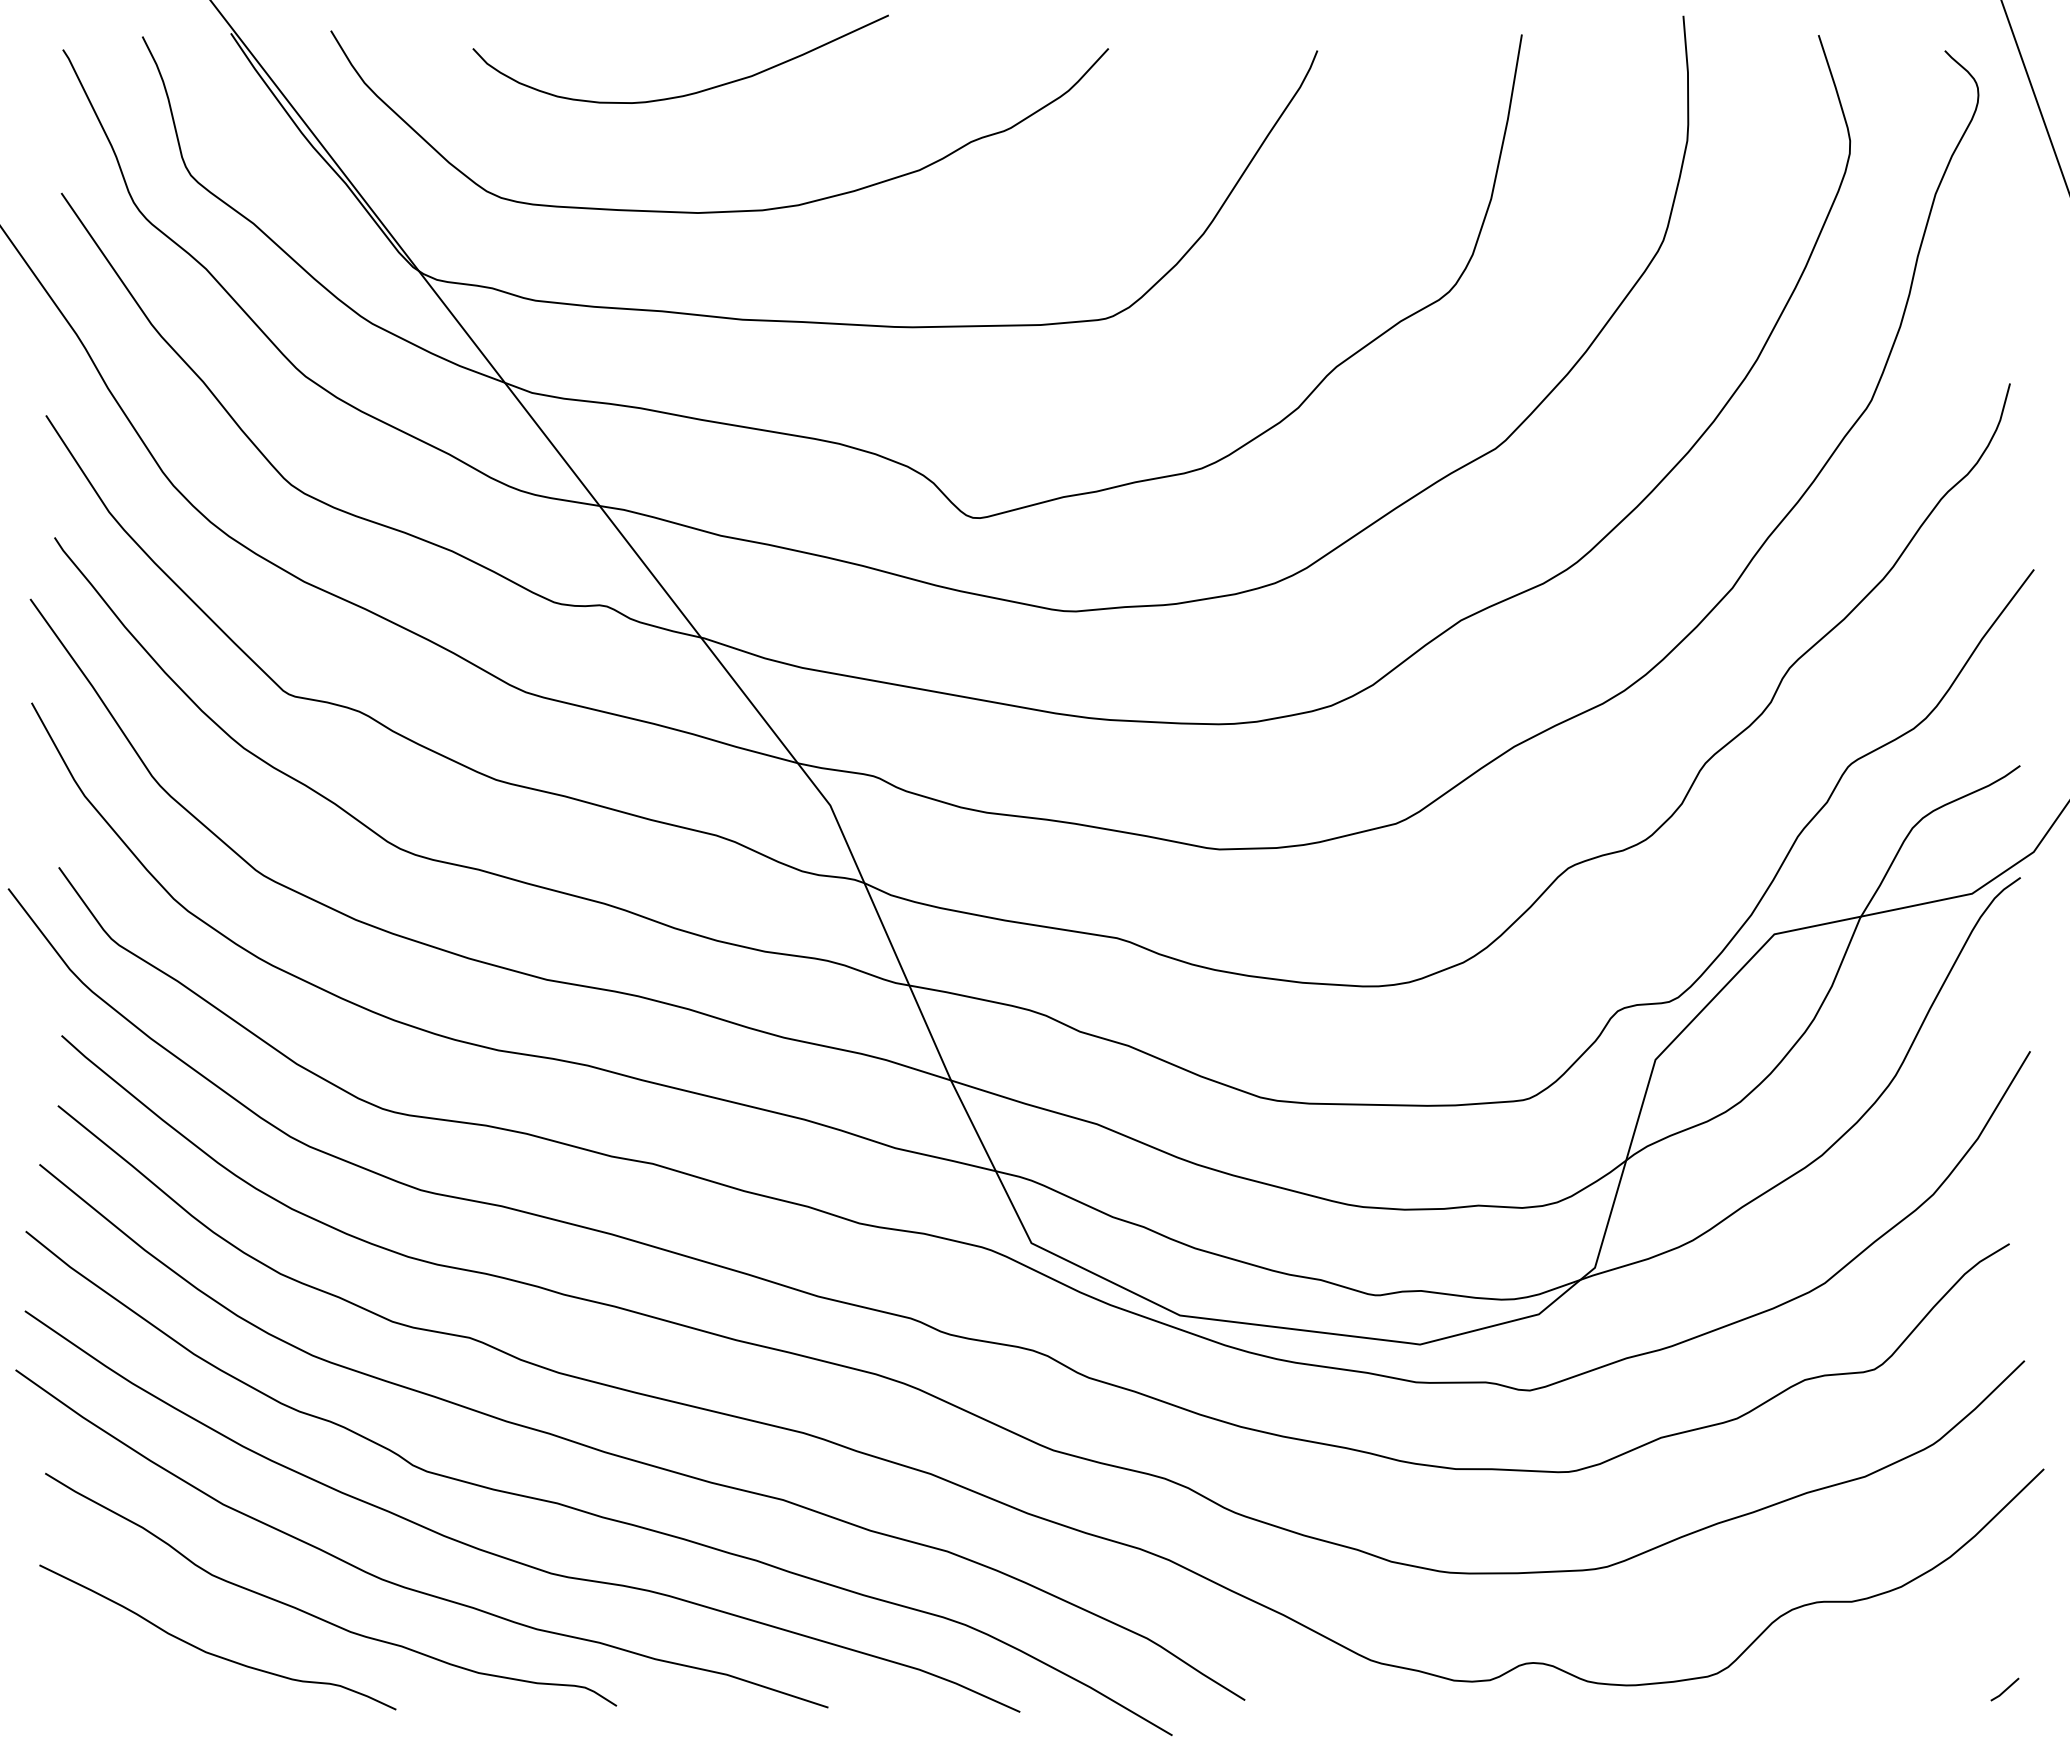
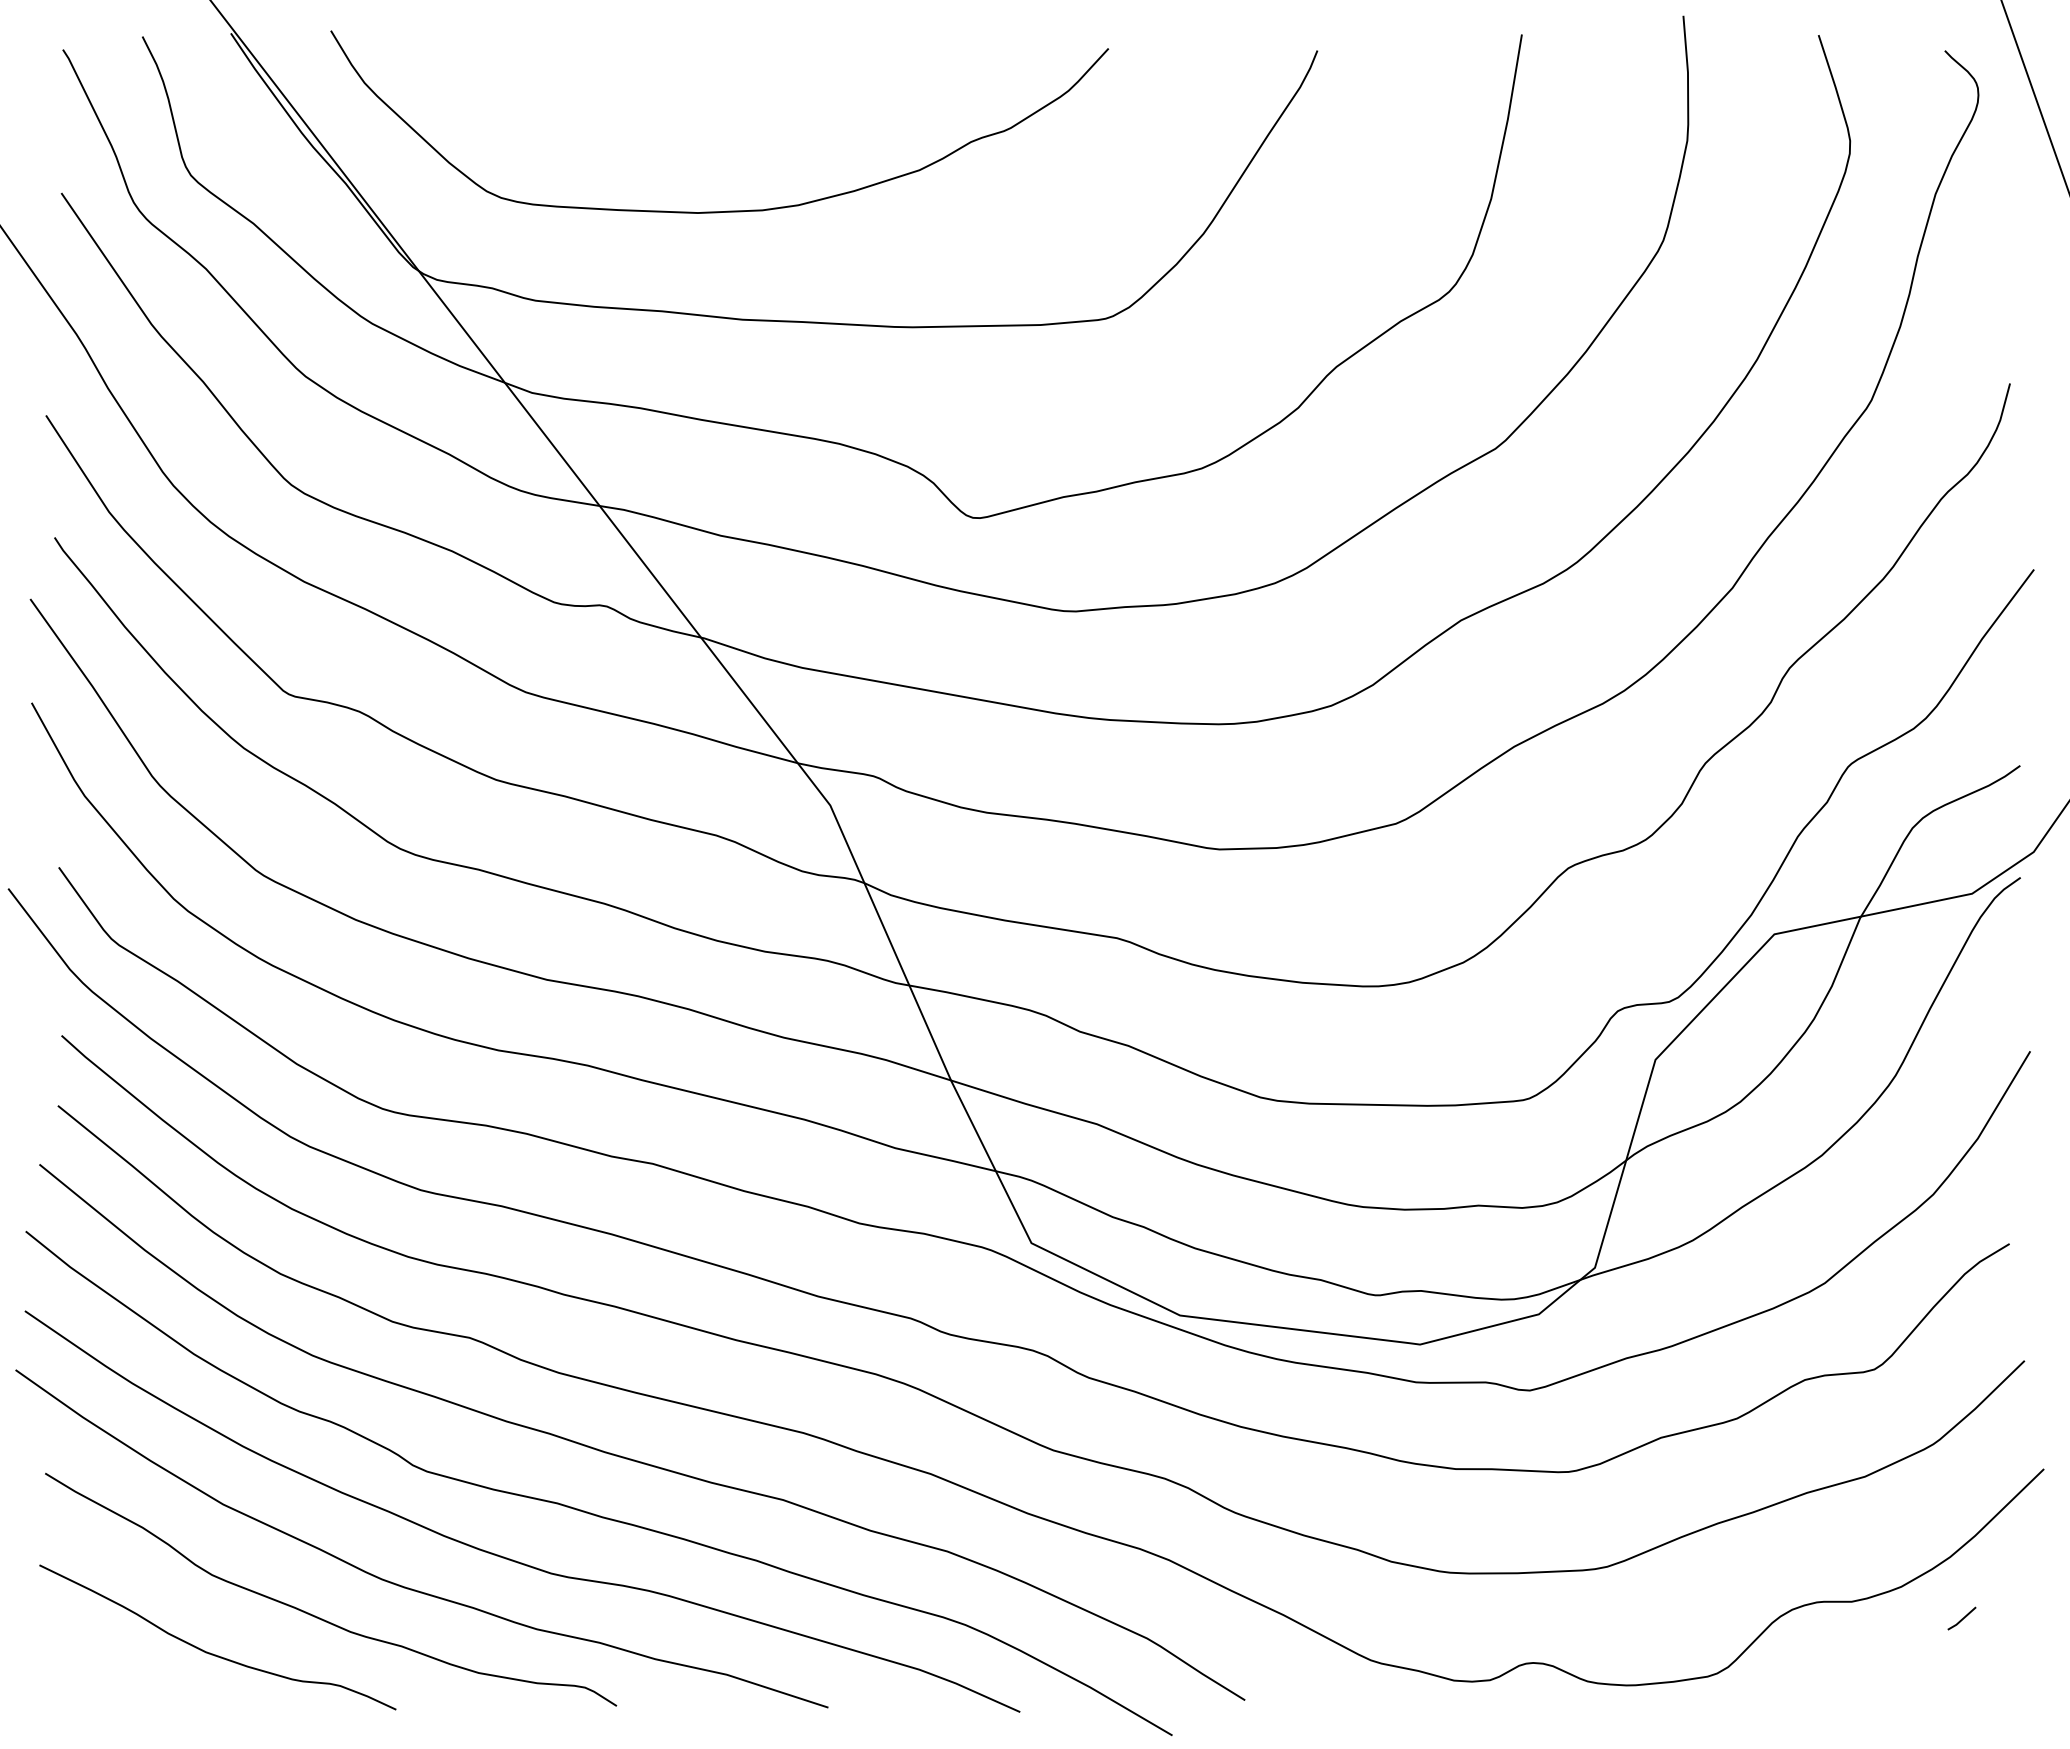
curve at (688, 93): present -> none
line at (2004, 1689) position: (2004, 1689) -> (1961, 1618)
